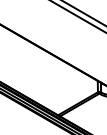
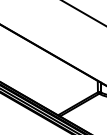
line at (77, 16): present -> none
